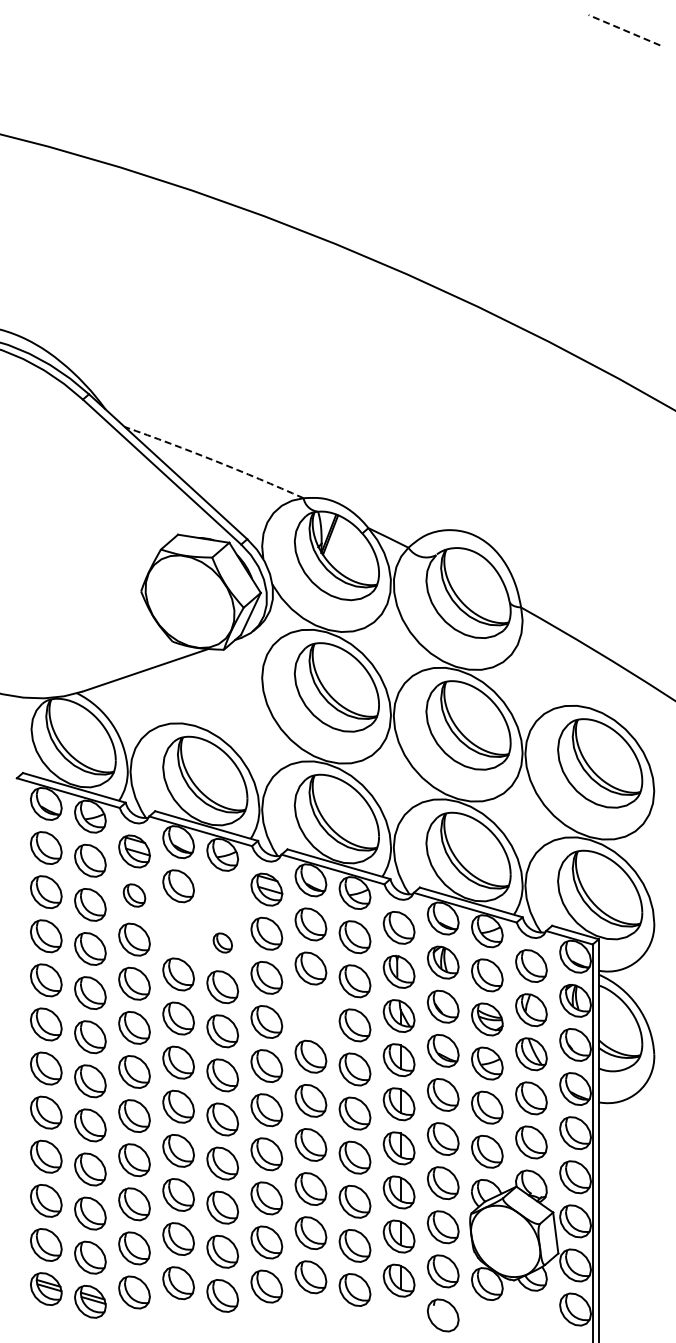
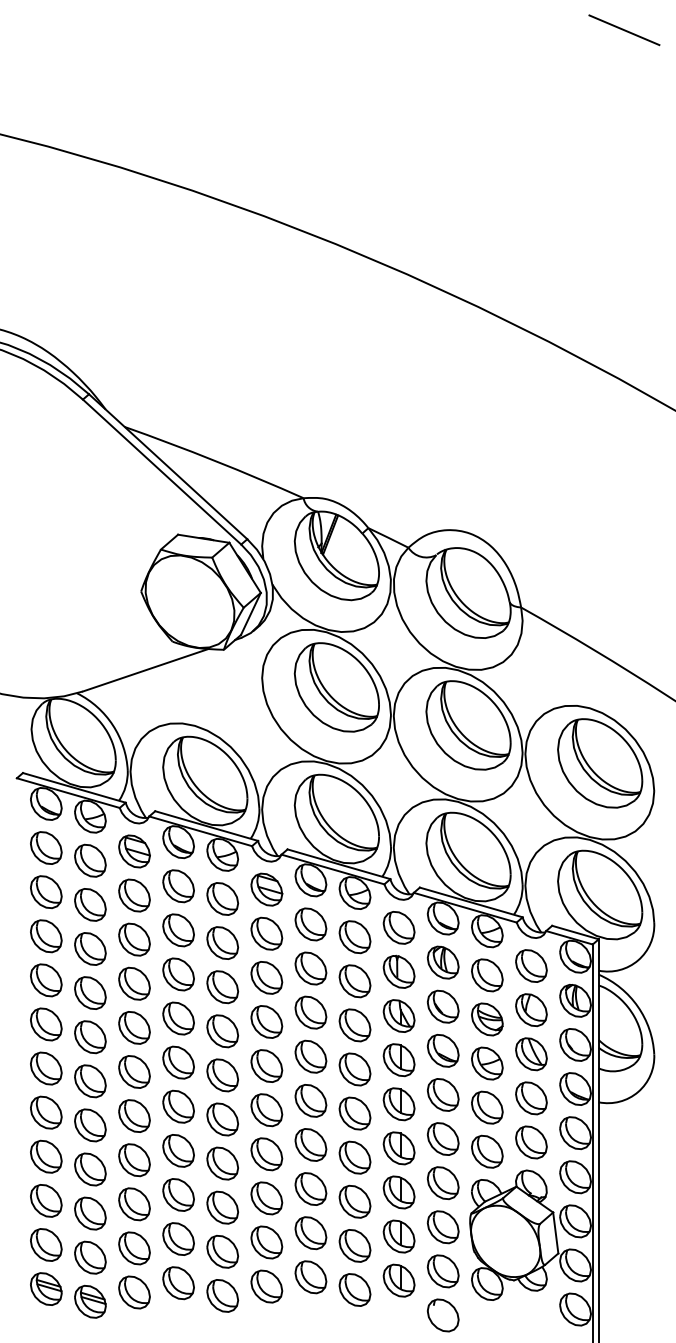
line at (624, 30): dashed -> solid
arc at (214, 460): dashed -> solid
part at (134, 895) size: 25x25 px -> 33x35 px
part at (222, 898): none -> present
part at (178, 930): none -> present
part at (222, 942) size: 21x22 px -> 34x34 px
part at (310, 1012): none -> present
